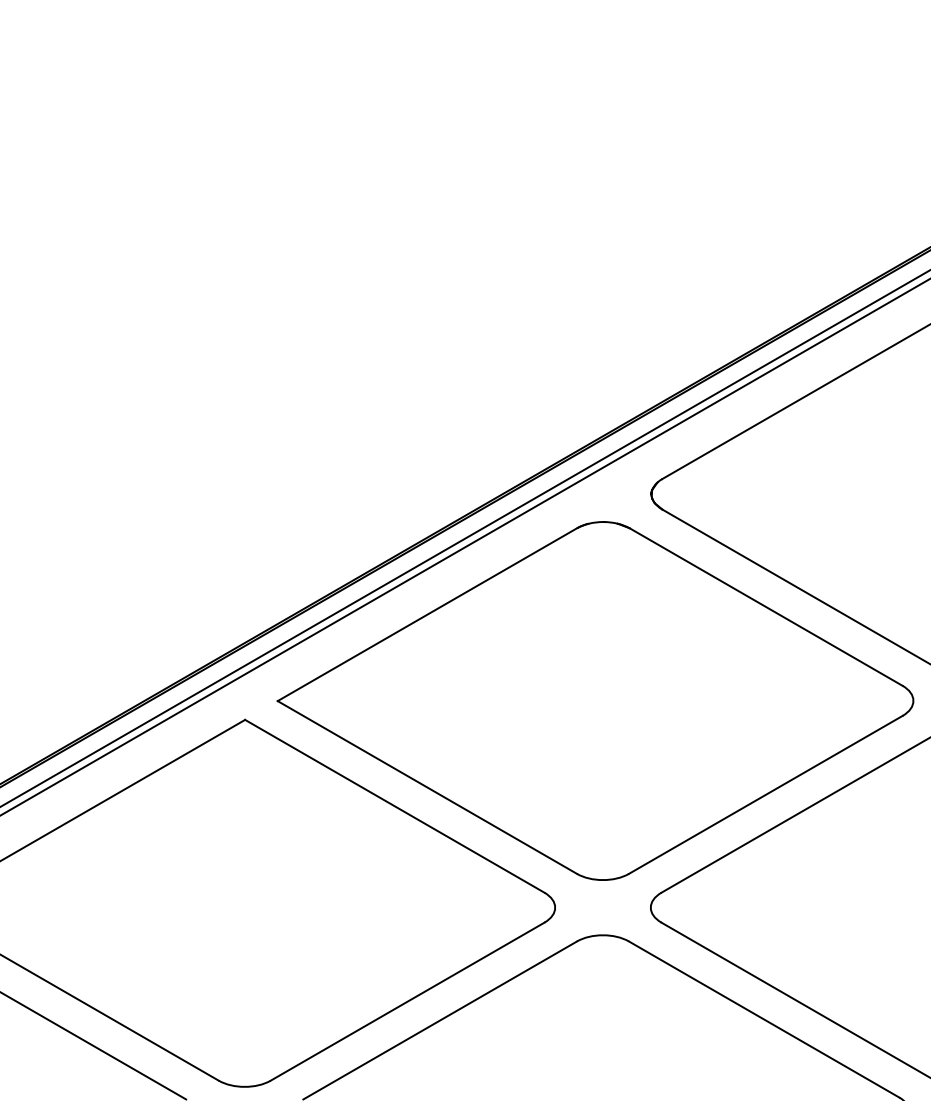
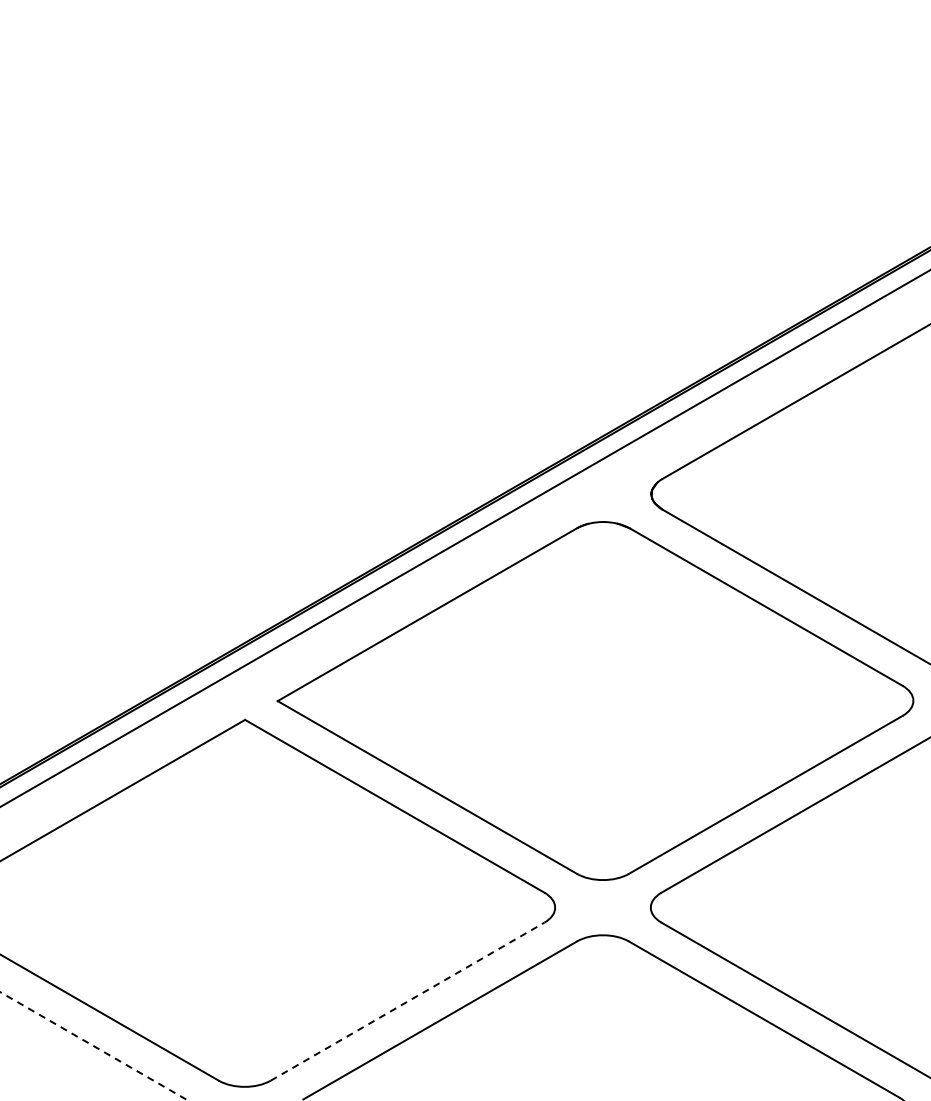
line at (464, 547): present -> none
line at (407, 1001): solid -> dashed
line at (92, 1045): solid -> dashed
